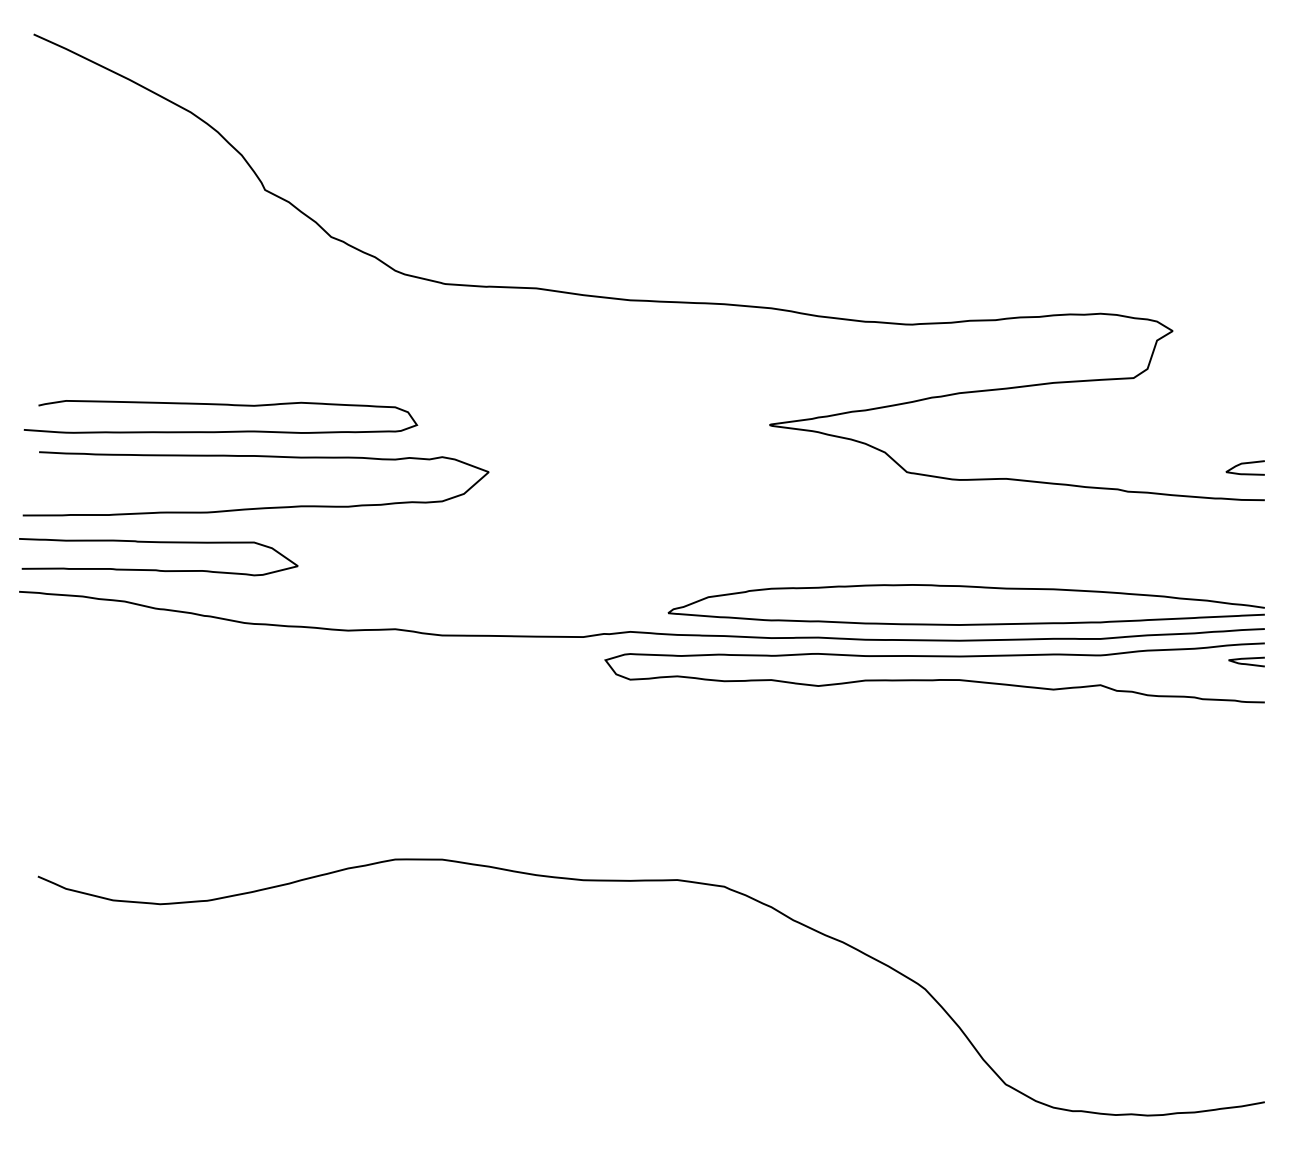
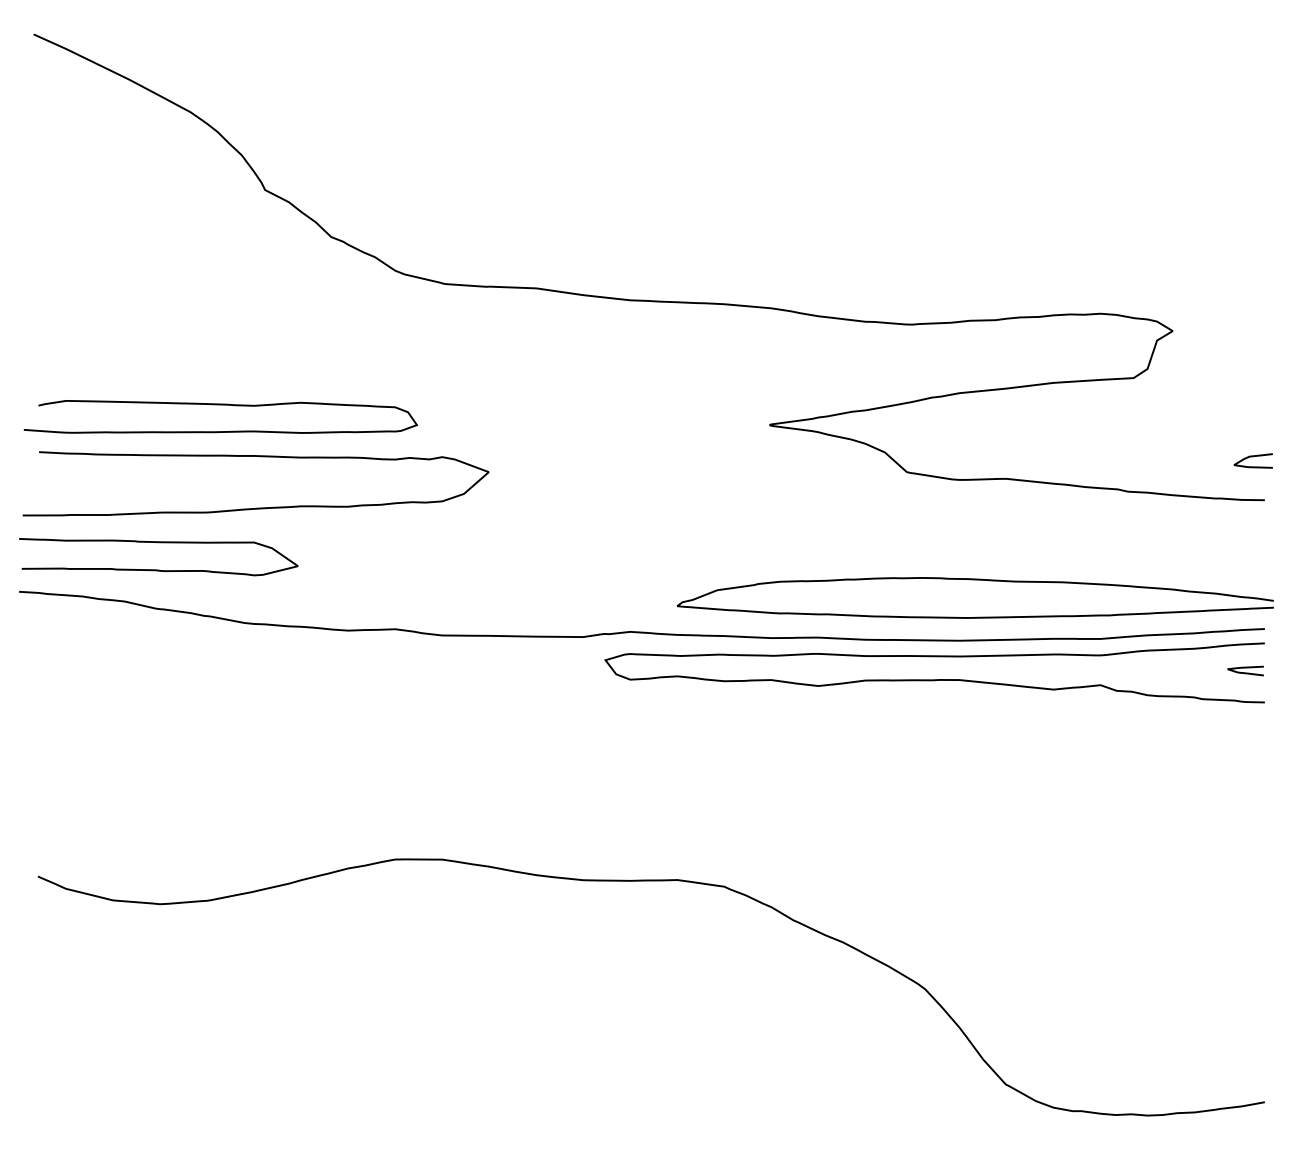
curve at (1244, 464) position: (1244, 464) -> (1252, 457)
curve at (965, 587) position: (965, 587) -> (974, 580)
curve at (1246, 659) position: (1246, 659) -> (1245, 668)
